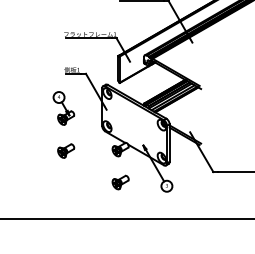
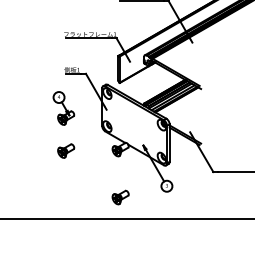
part at (120, 182) position: (120, 182) -> (120, 197)
